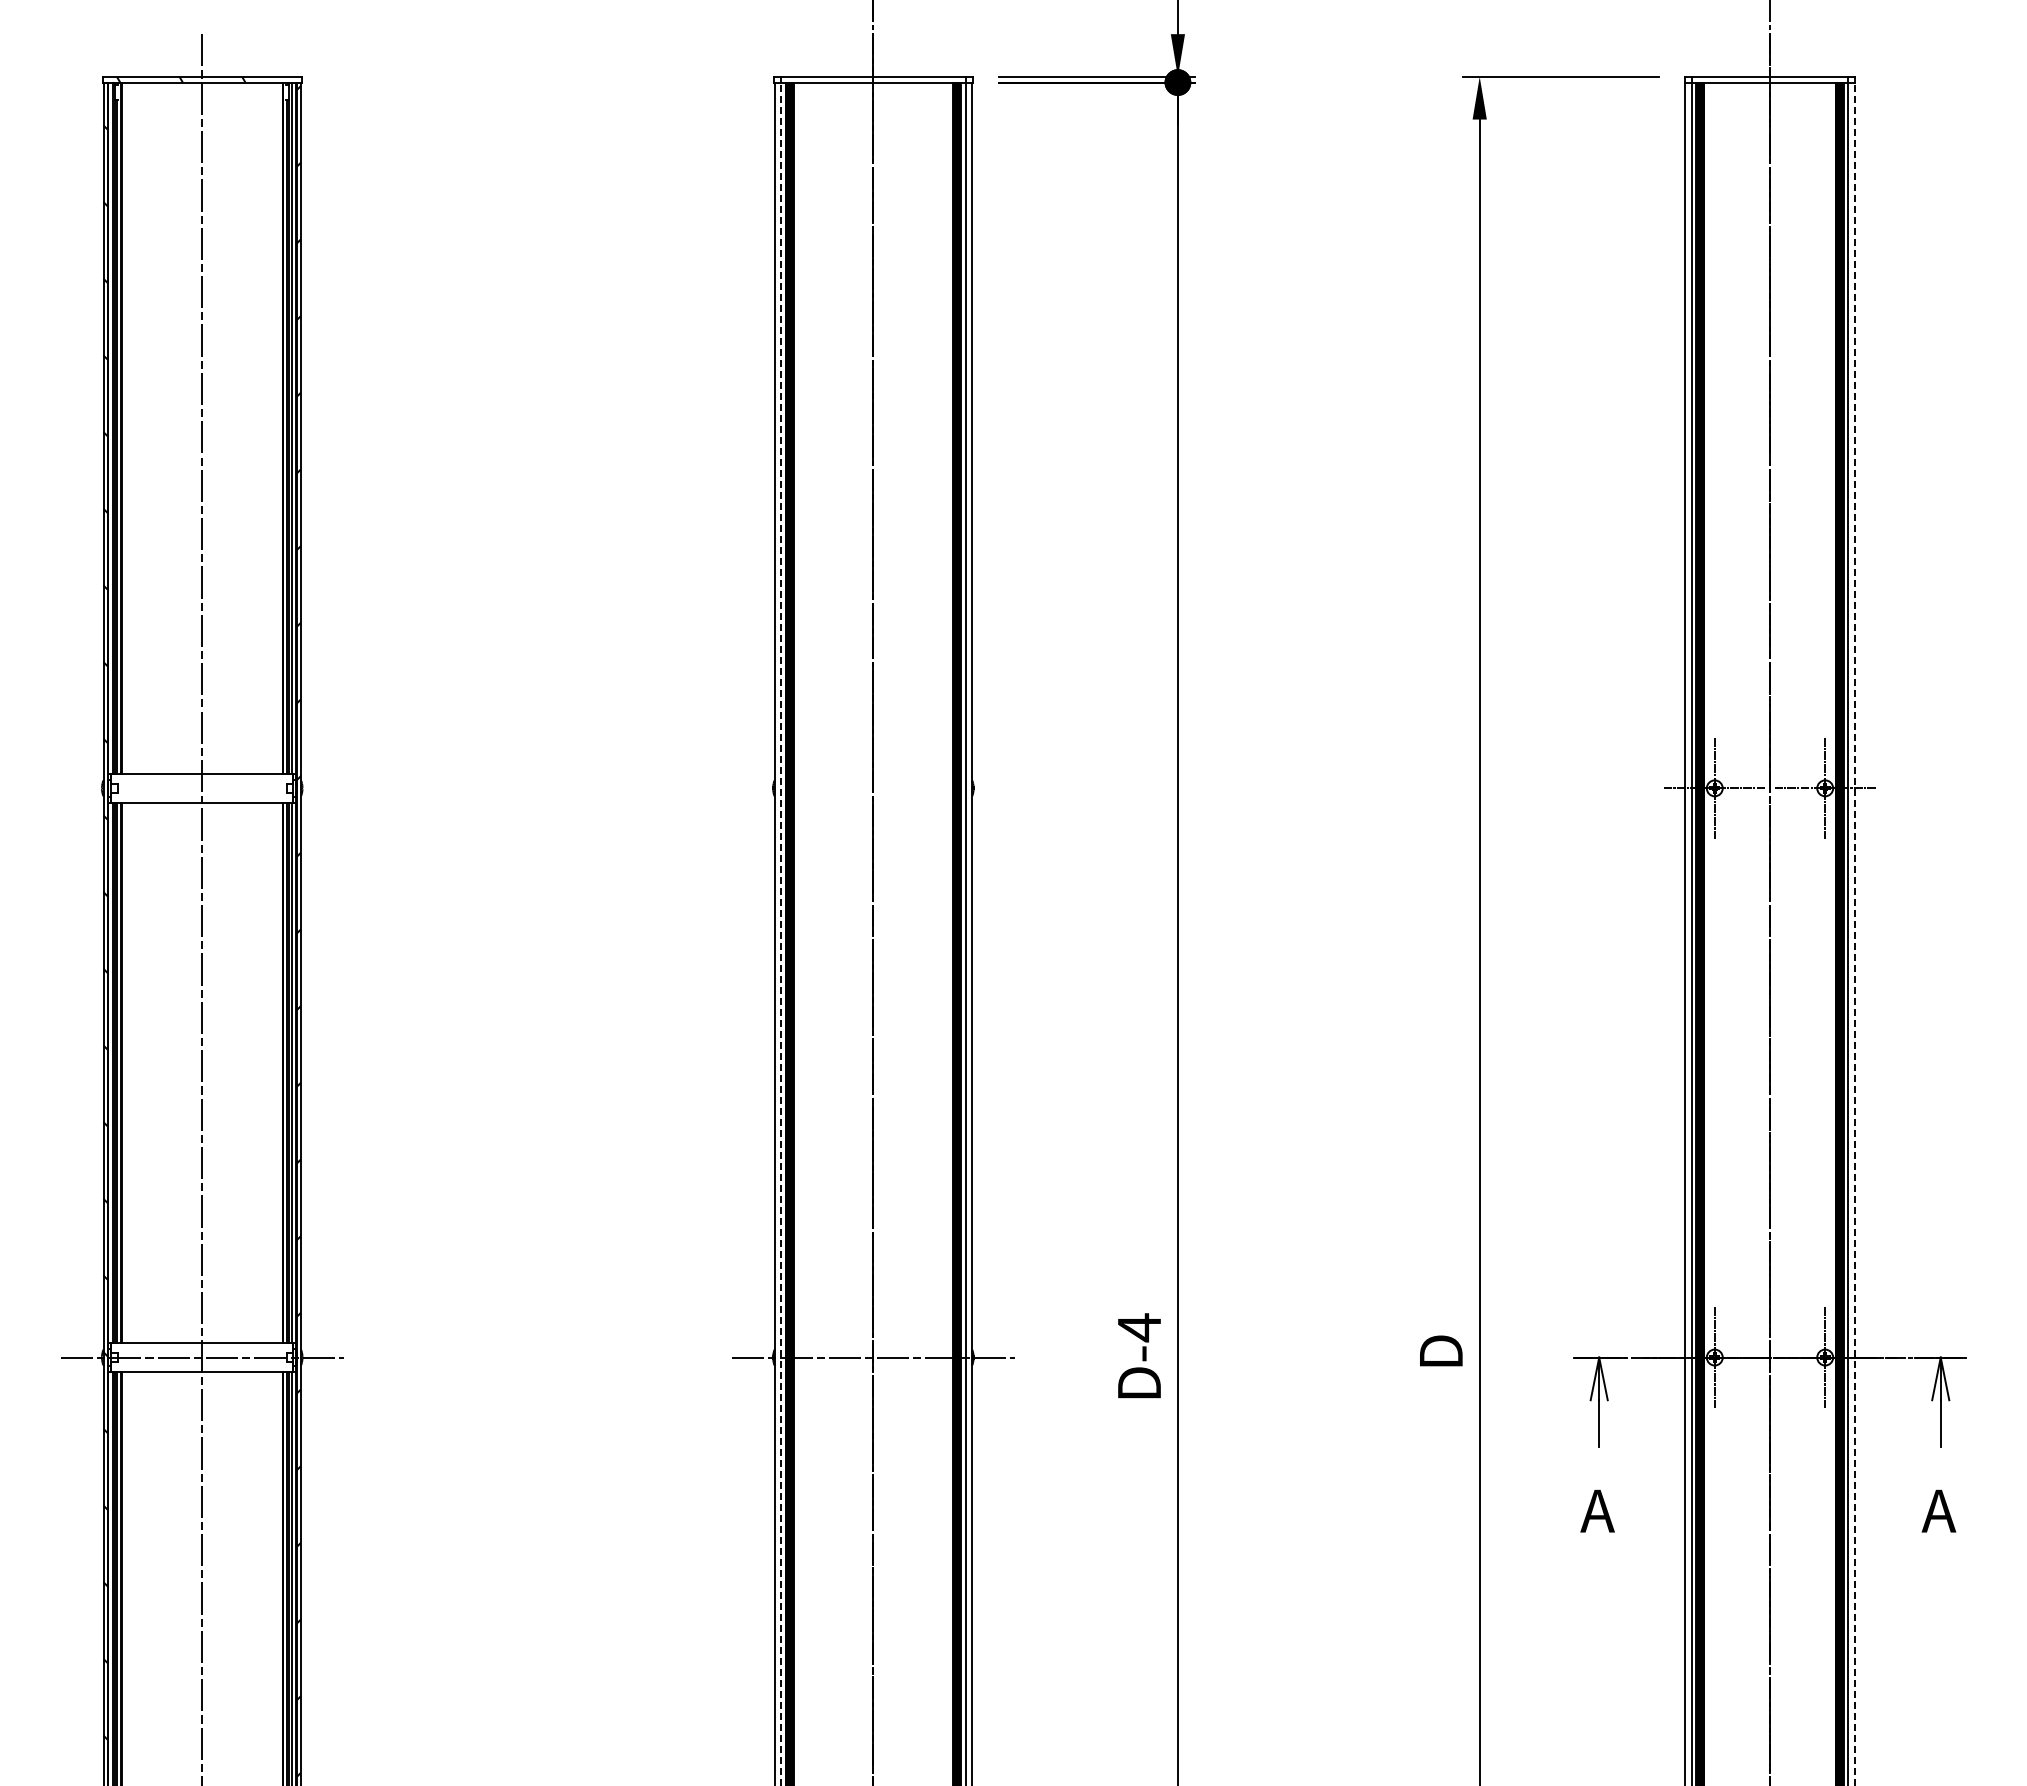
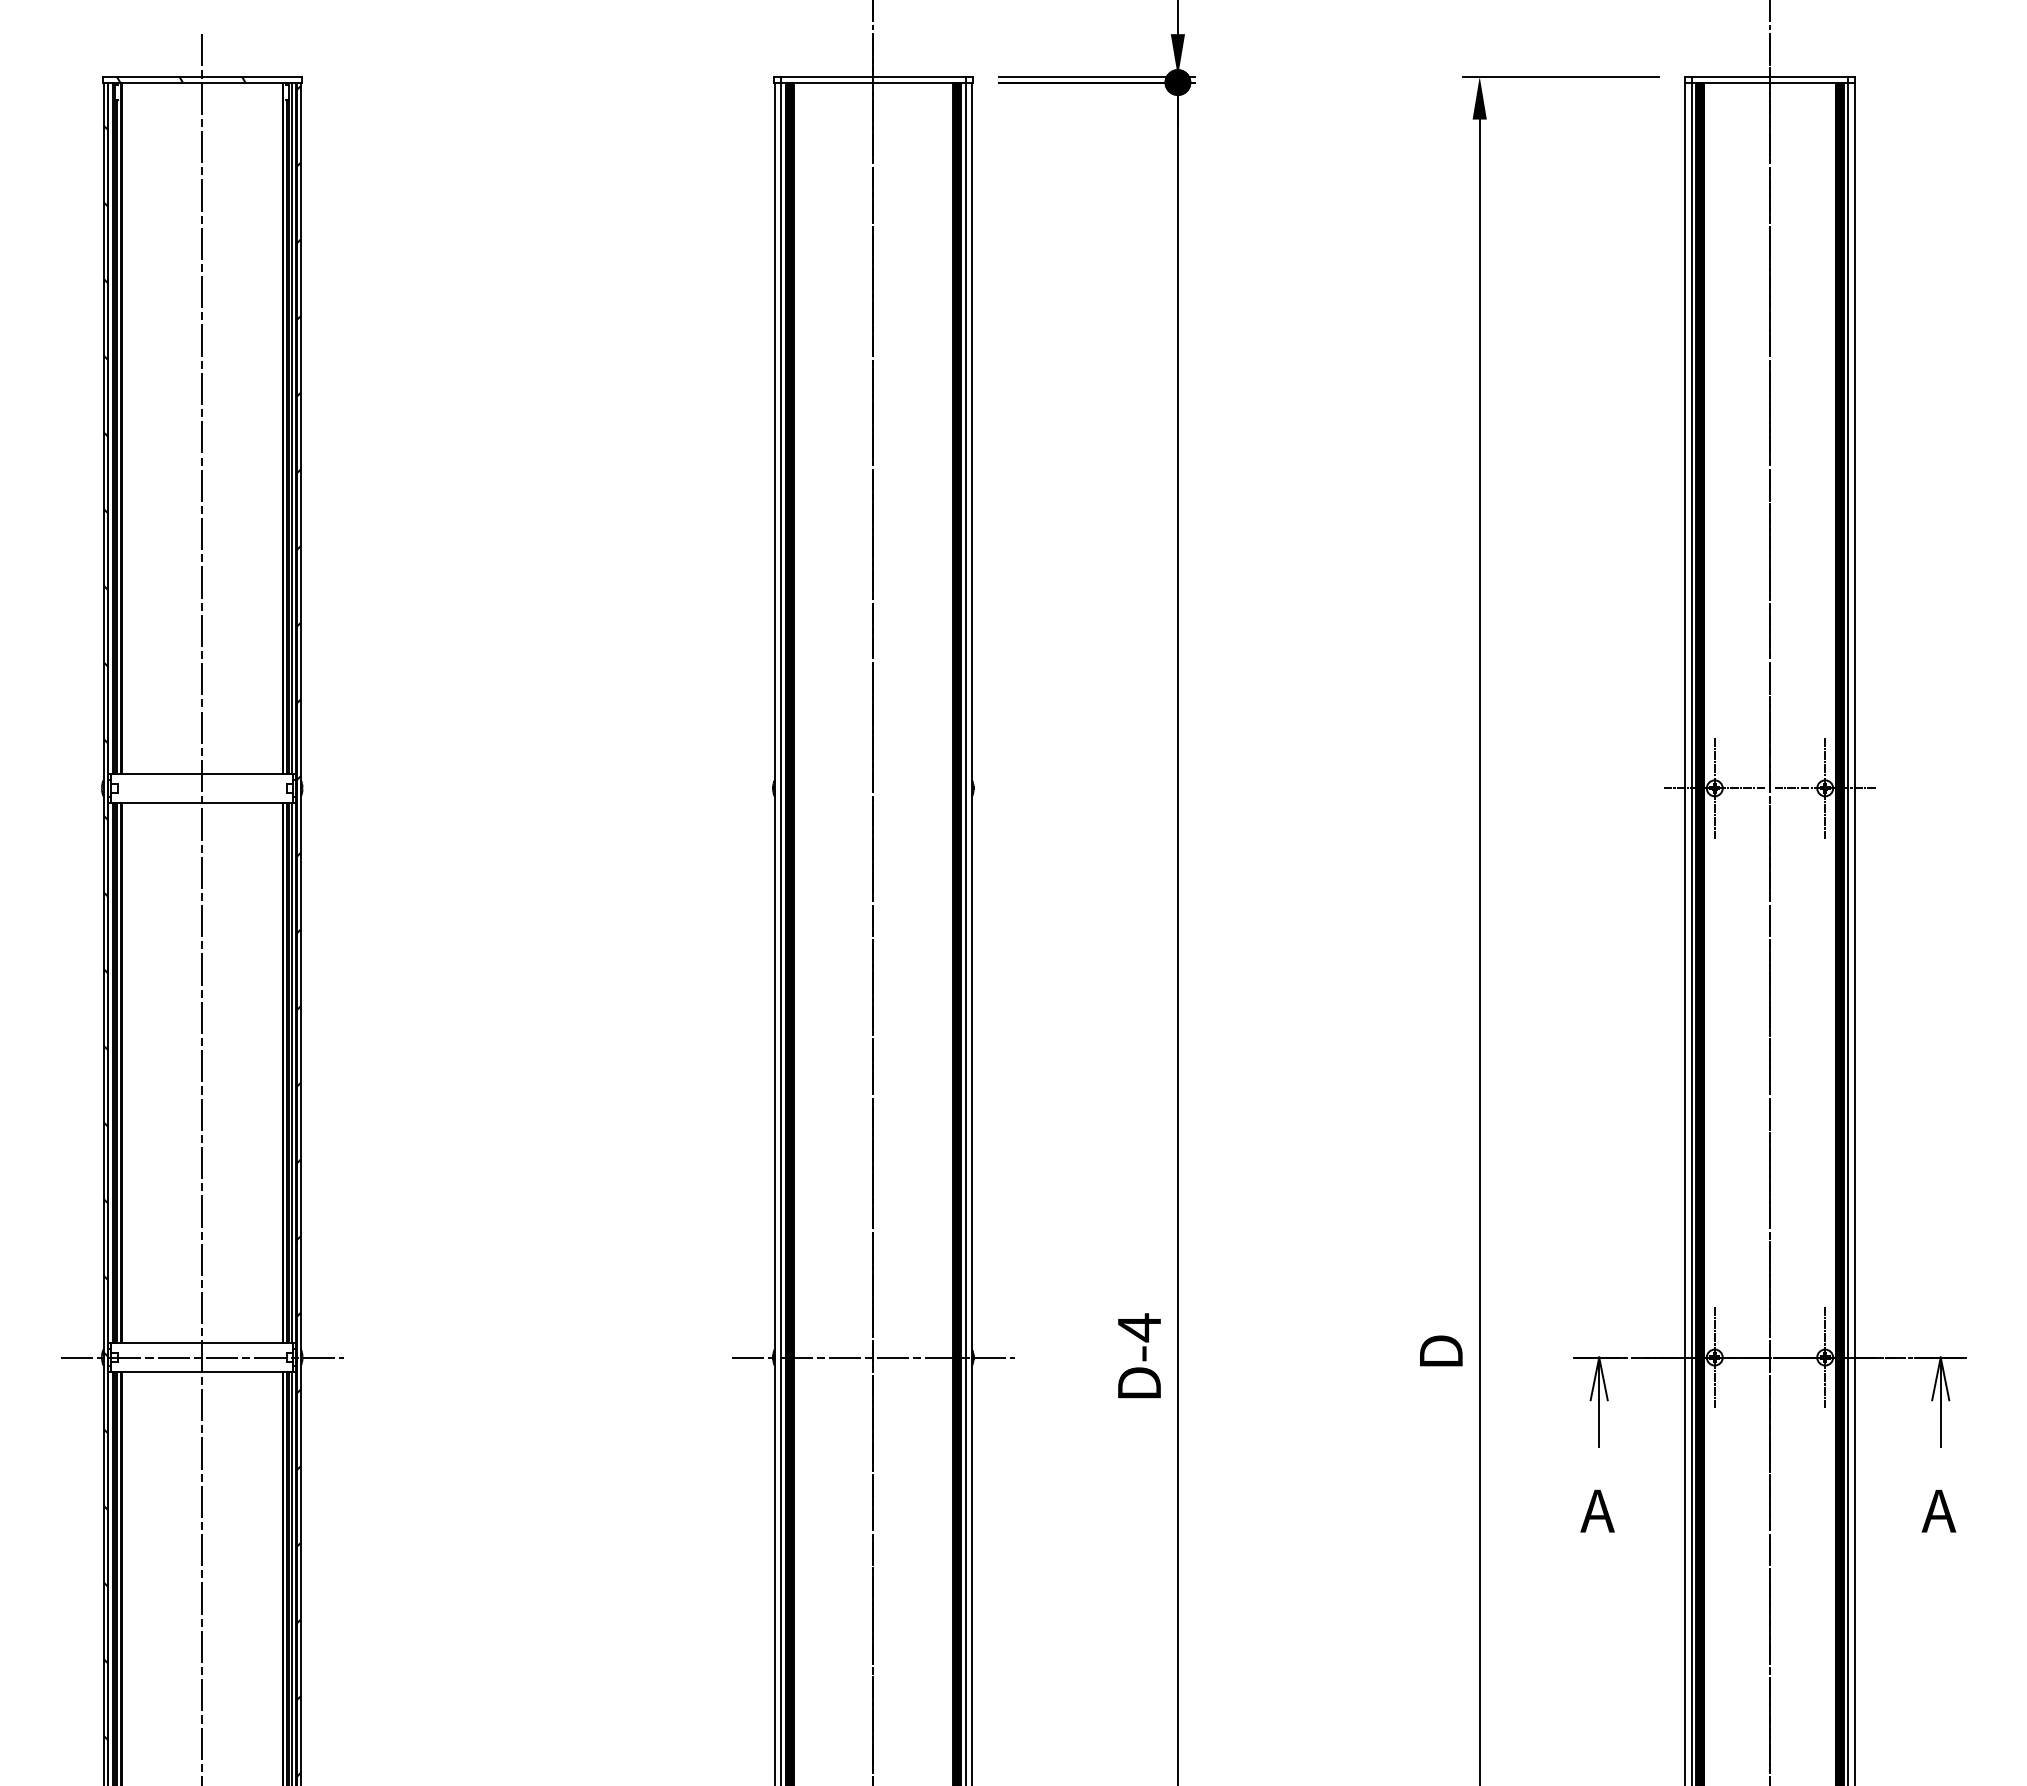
line at (780, 934): dashed -> solid
line at (1854, 934): dashed -> solid
